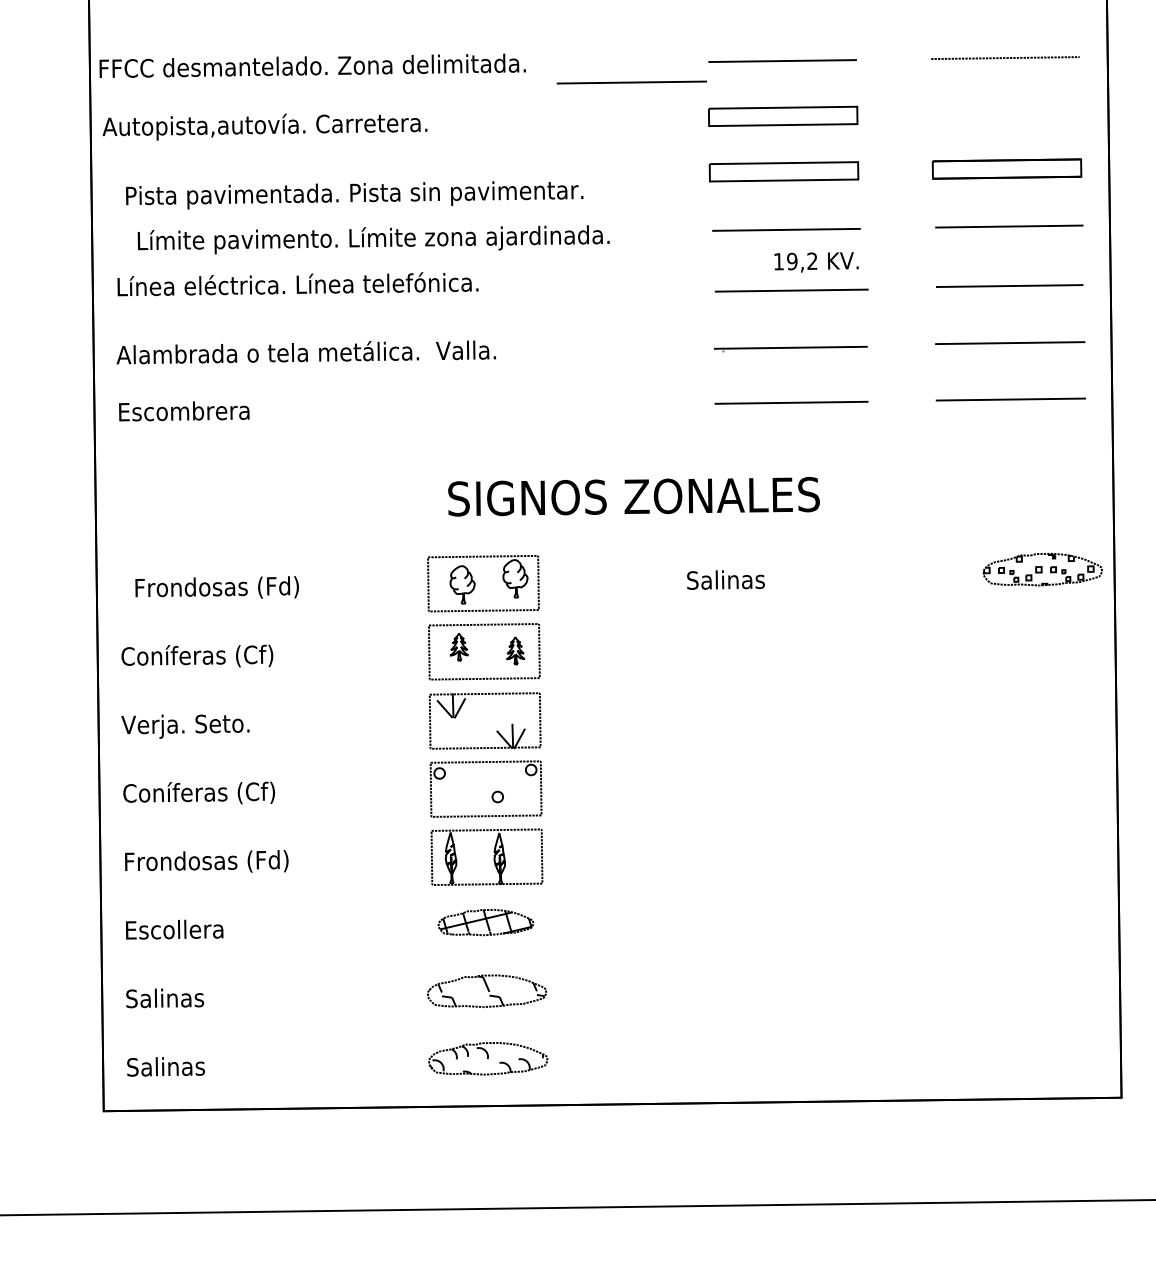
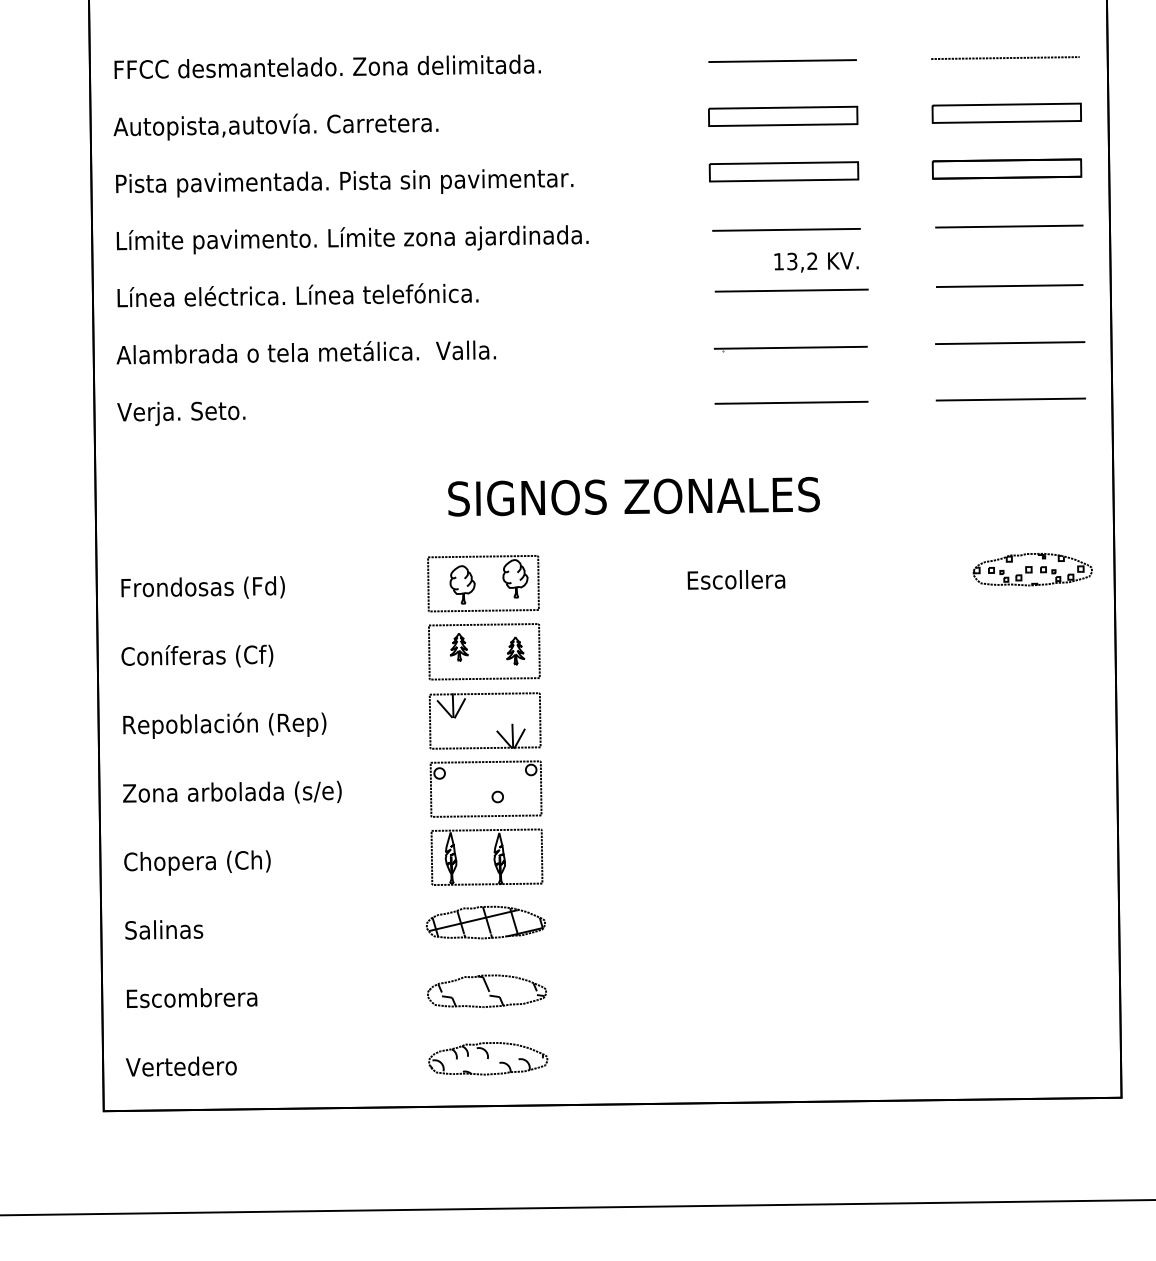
text at (312, 65) position: (312, 65) -> (327, 66)
line at (631, 82): present -> none
part at (1006, 112): none -> present
text at (264, 126) position: (264, 126) -> (275, 126)
text at (354, 195) position: (354, 195) -> (344, 183)
text at (373, 239) position: (373, 239) -> (352, 239)
text at (792, 261): 19,2 -> 13,2
text at (297, 284) position: (297, 284) -> (297, 295)
text at (183, 413): Escombrera -> Verja. Seto.
part at (1042, 569) position: (1042, 569) -> (1032, 569)
text at (736, 579): Salinas -> Escollera
text at (216, 587) position: (216, 587) -> (202, 587)
text at (223, 725): Verja. Seto. -> Repoblación (Rep)
text at (232, 792): Coníferas (Cf) -> Zona arbolada (s/e)
text at (206, 862): Frondosas (Fd) -> Chopera (Ch)
part at (485, 922) size: 98x28 px -> 120x35 px
text at (174, 929): Escollera -> Salinas
text at (191, 998): Salinas -> Escombrera
text at (180, 1066): Salinas -> Vertedero
